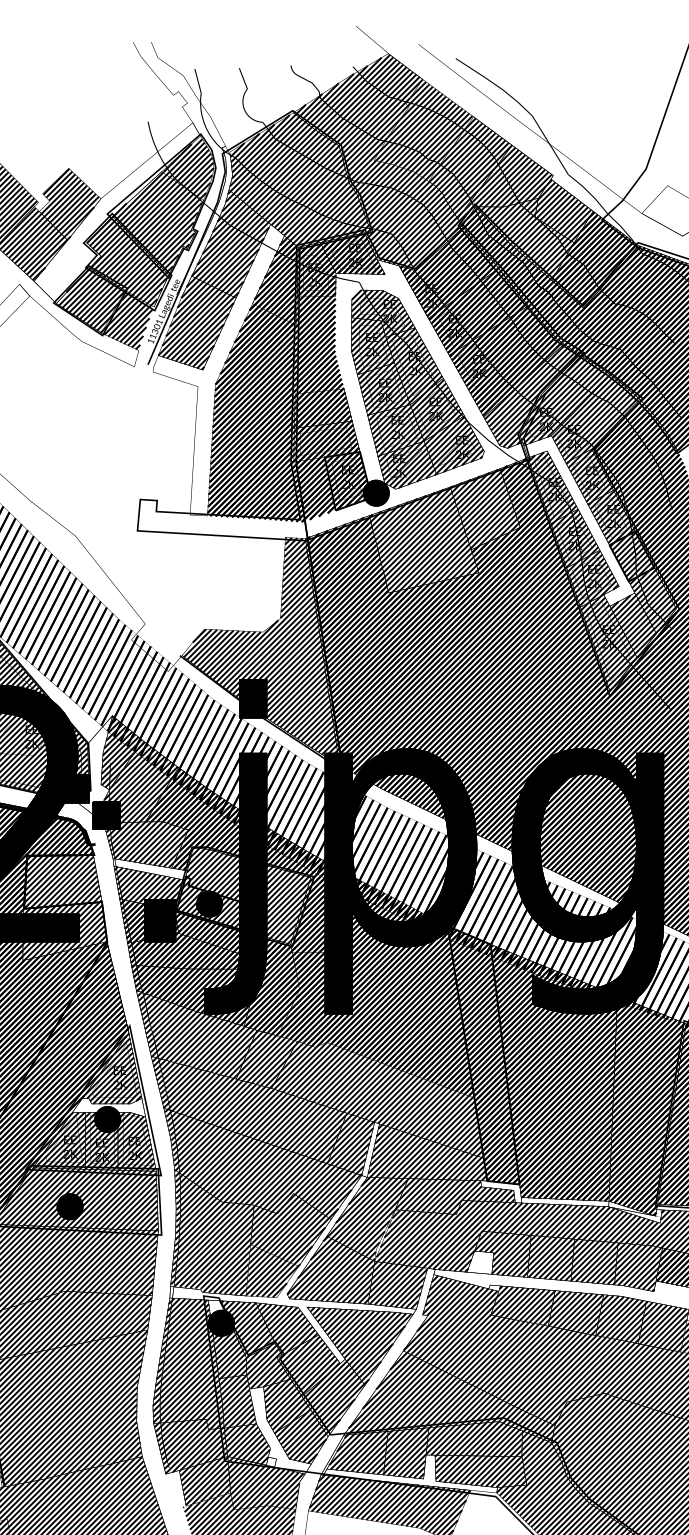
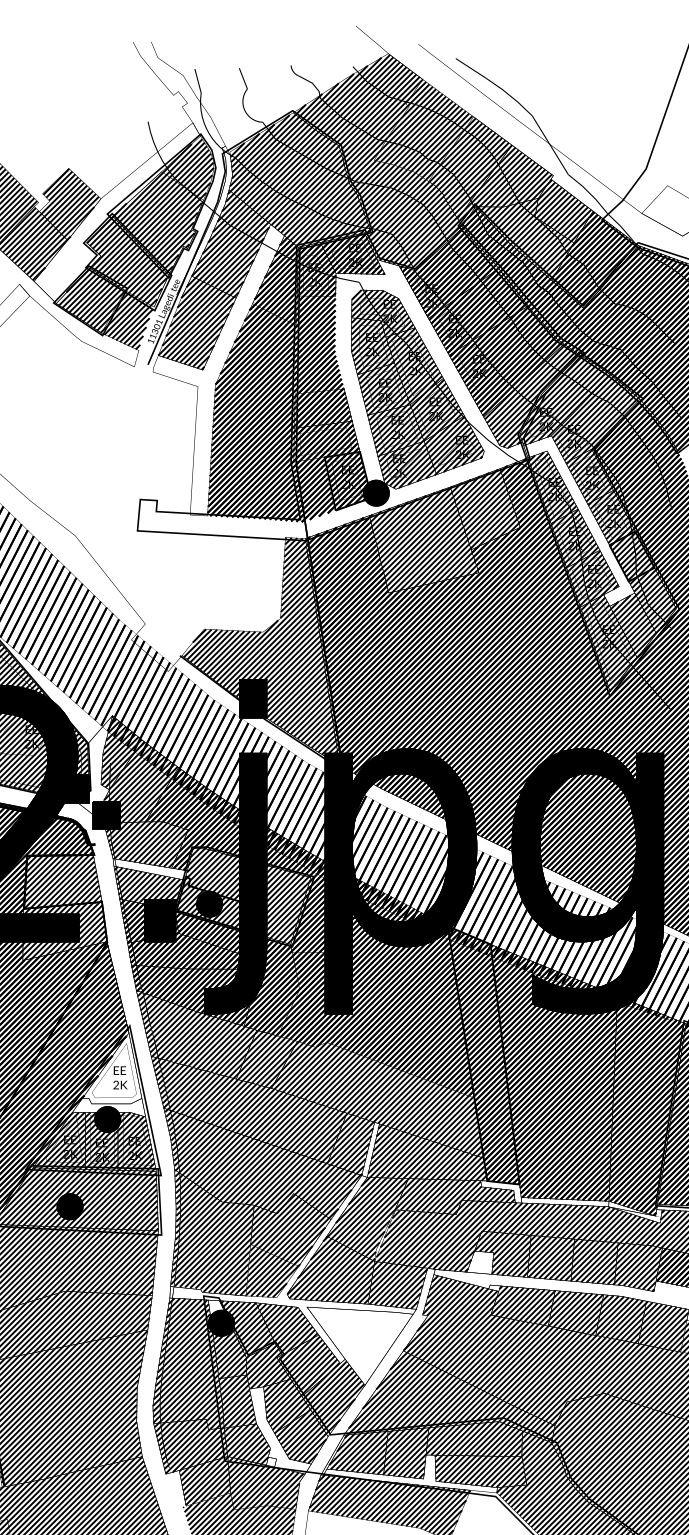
hatch at (112, 1068): present -> none
hatch at (359, 1345): present -> none
